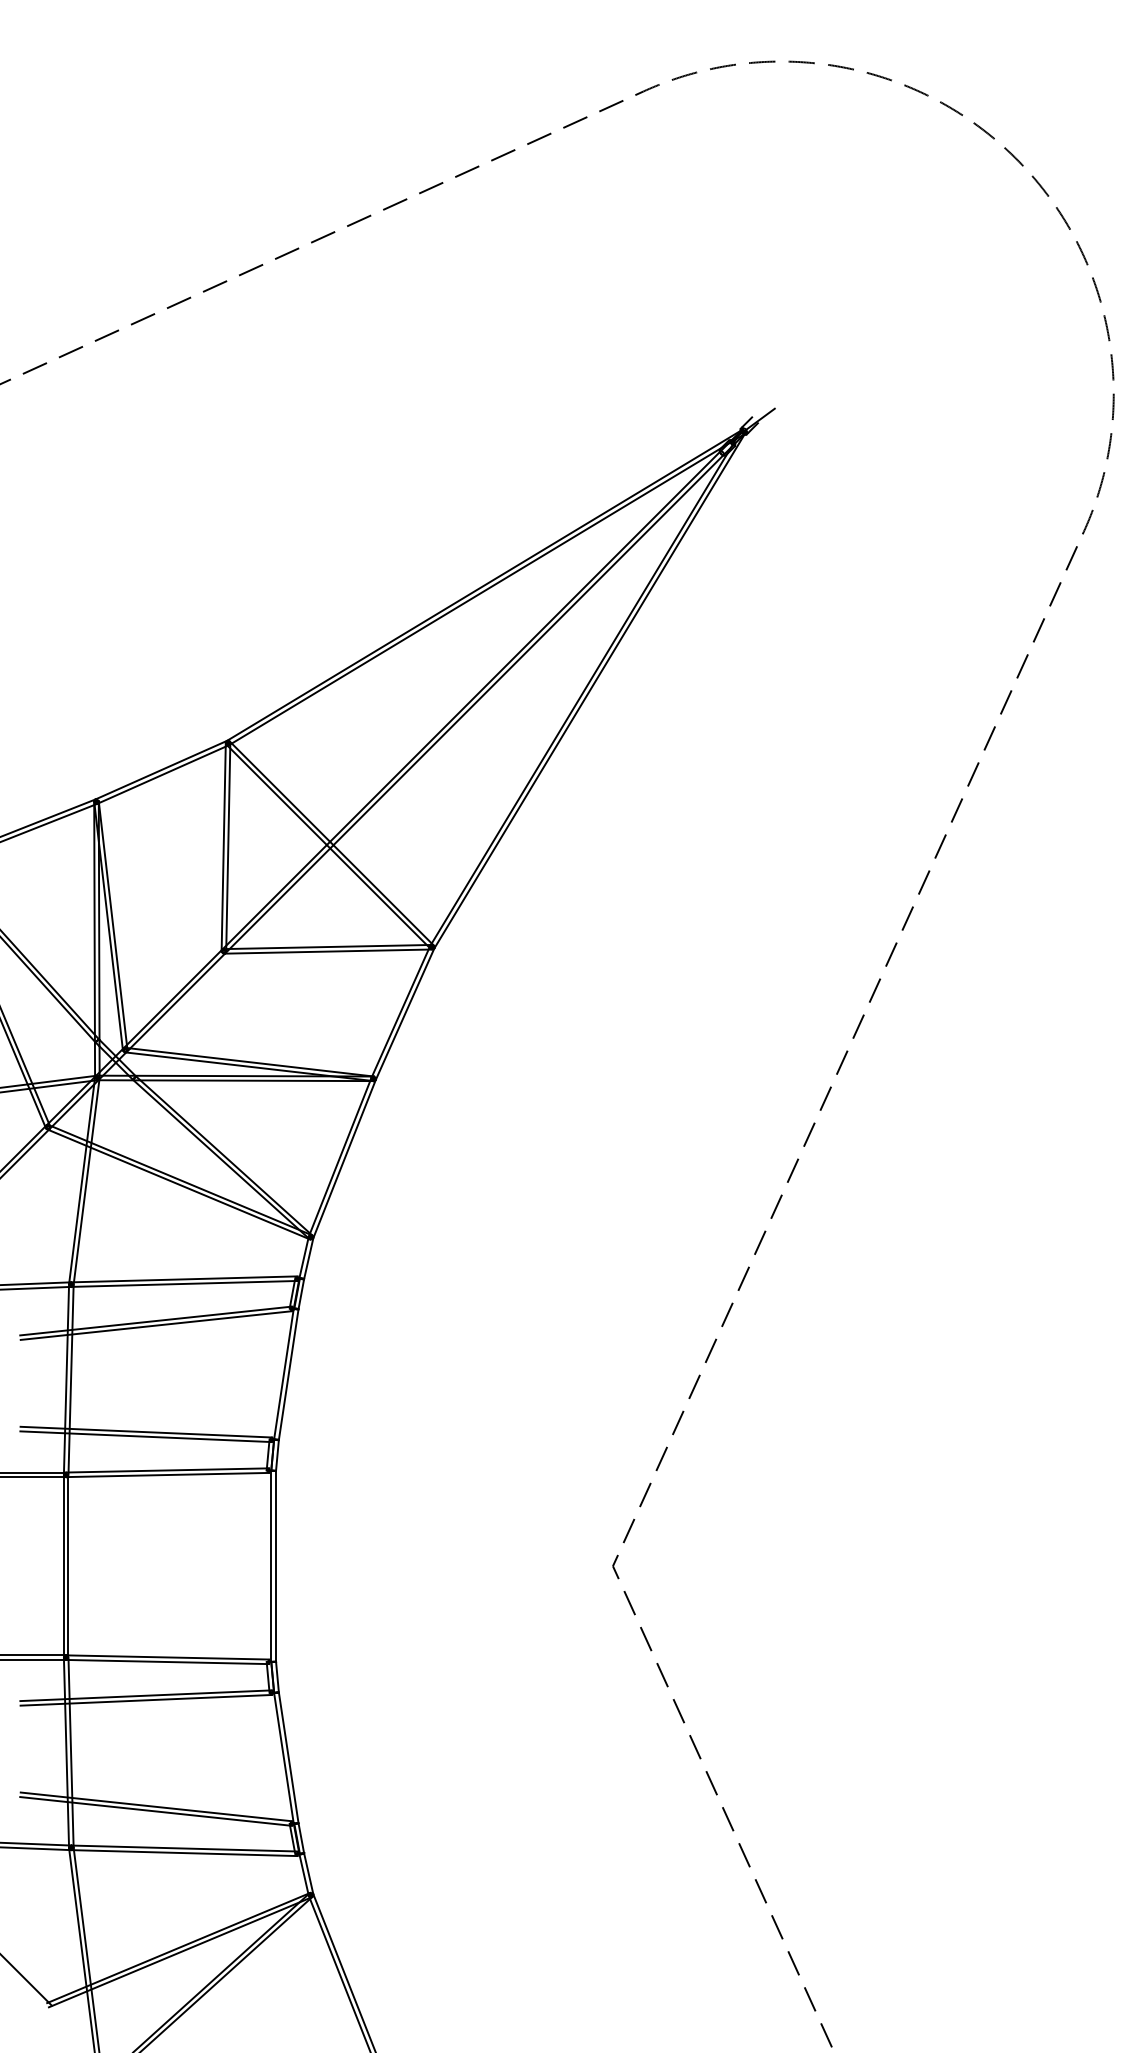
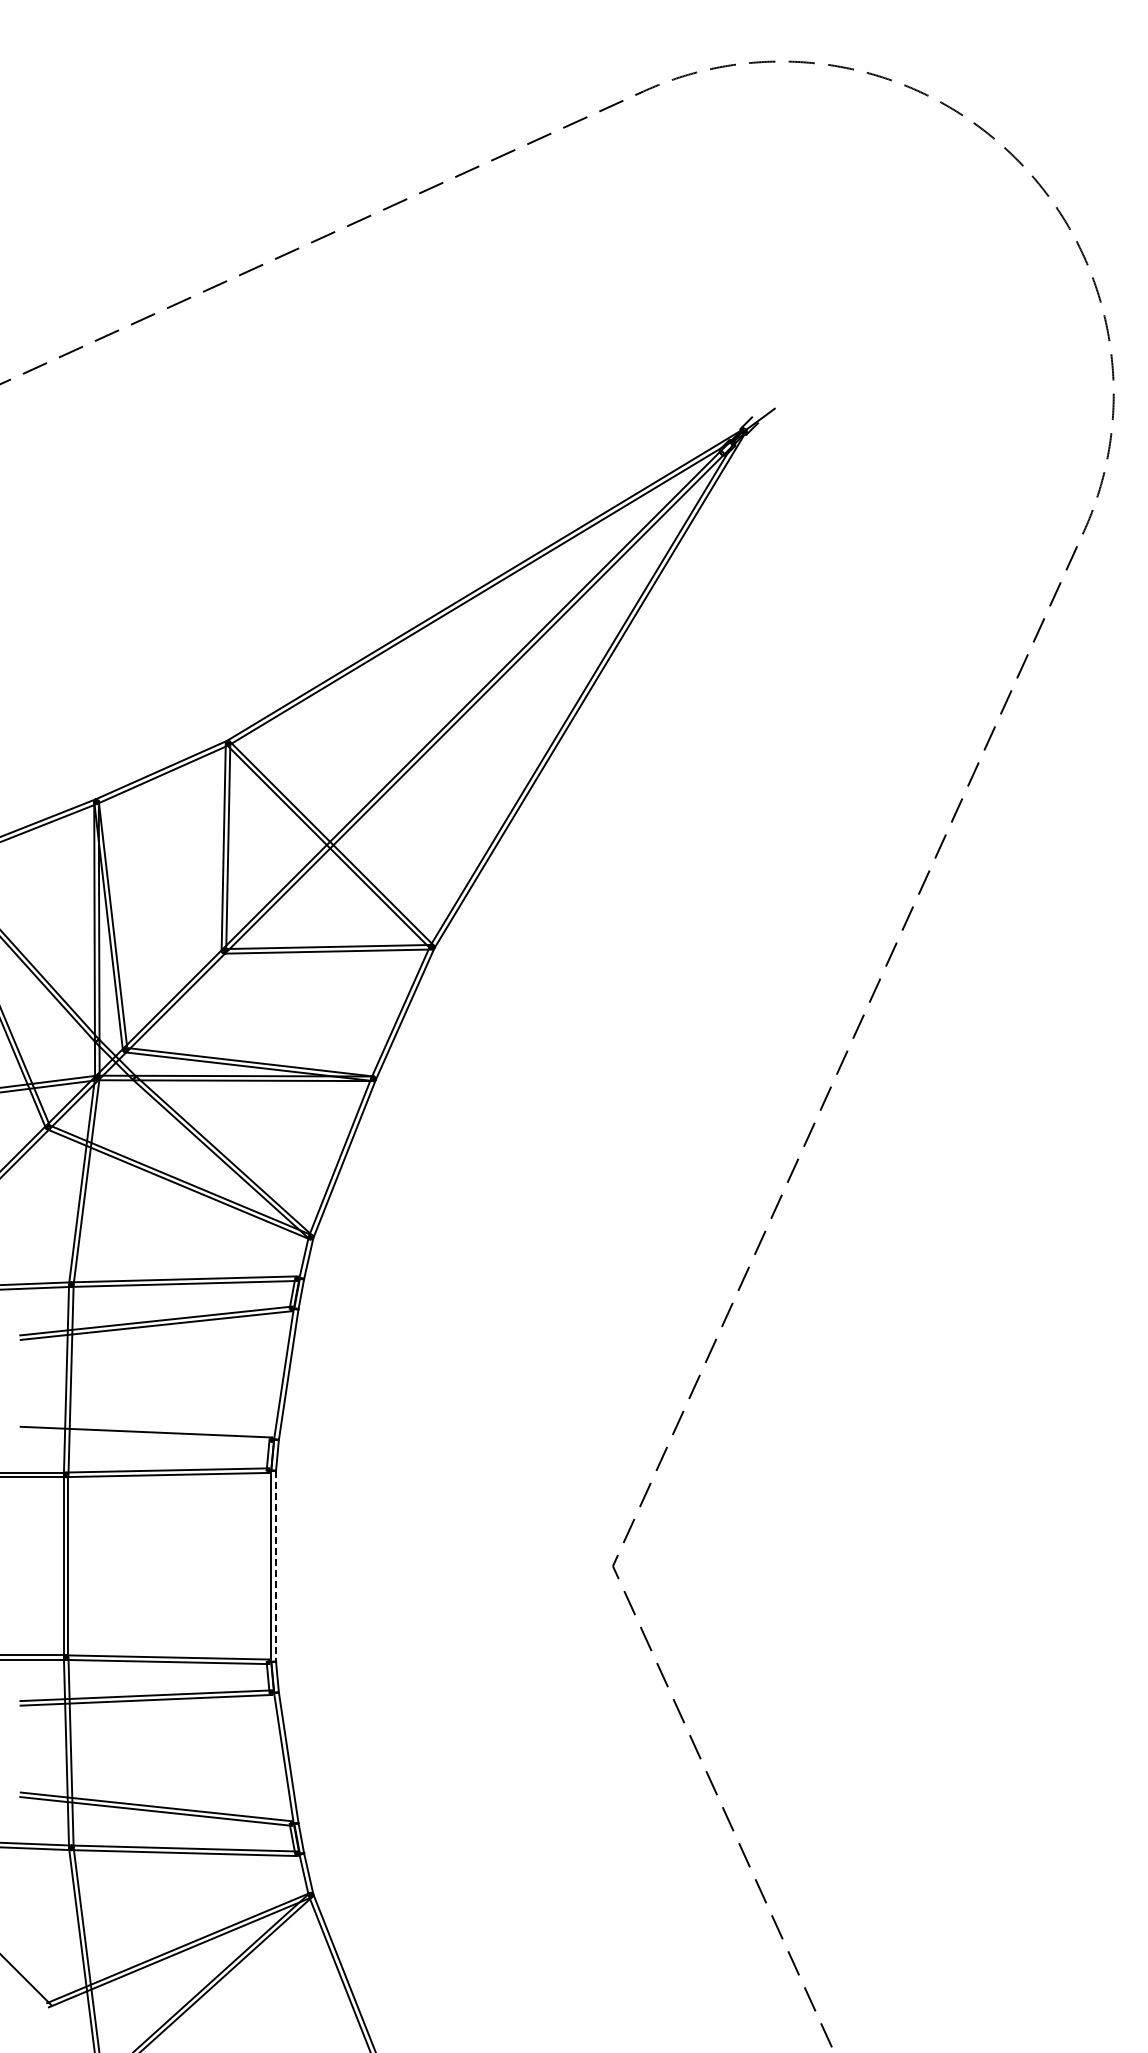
line at (145, 1436): present -> none
line at (276, 1566): solid -> dashed
